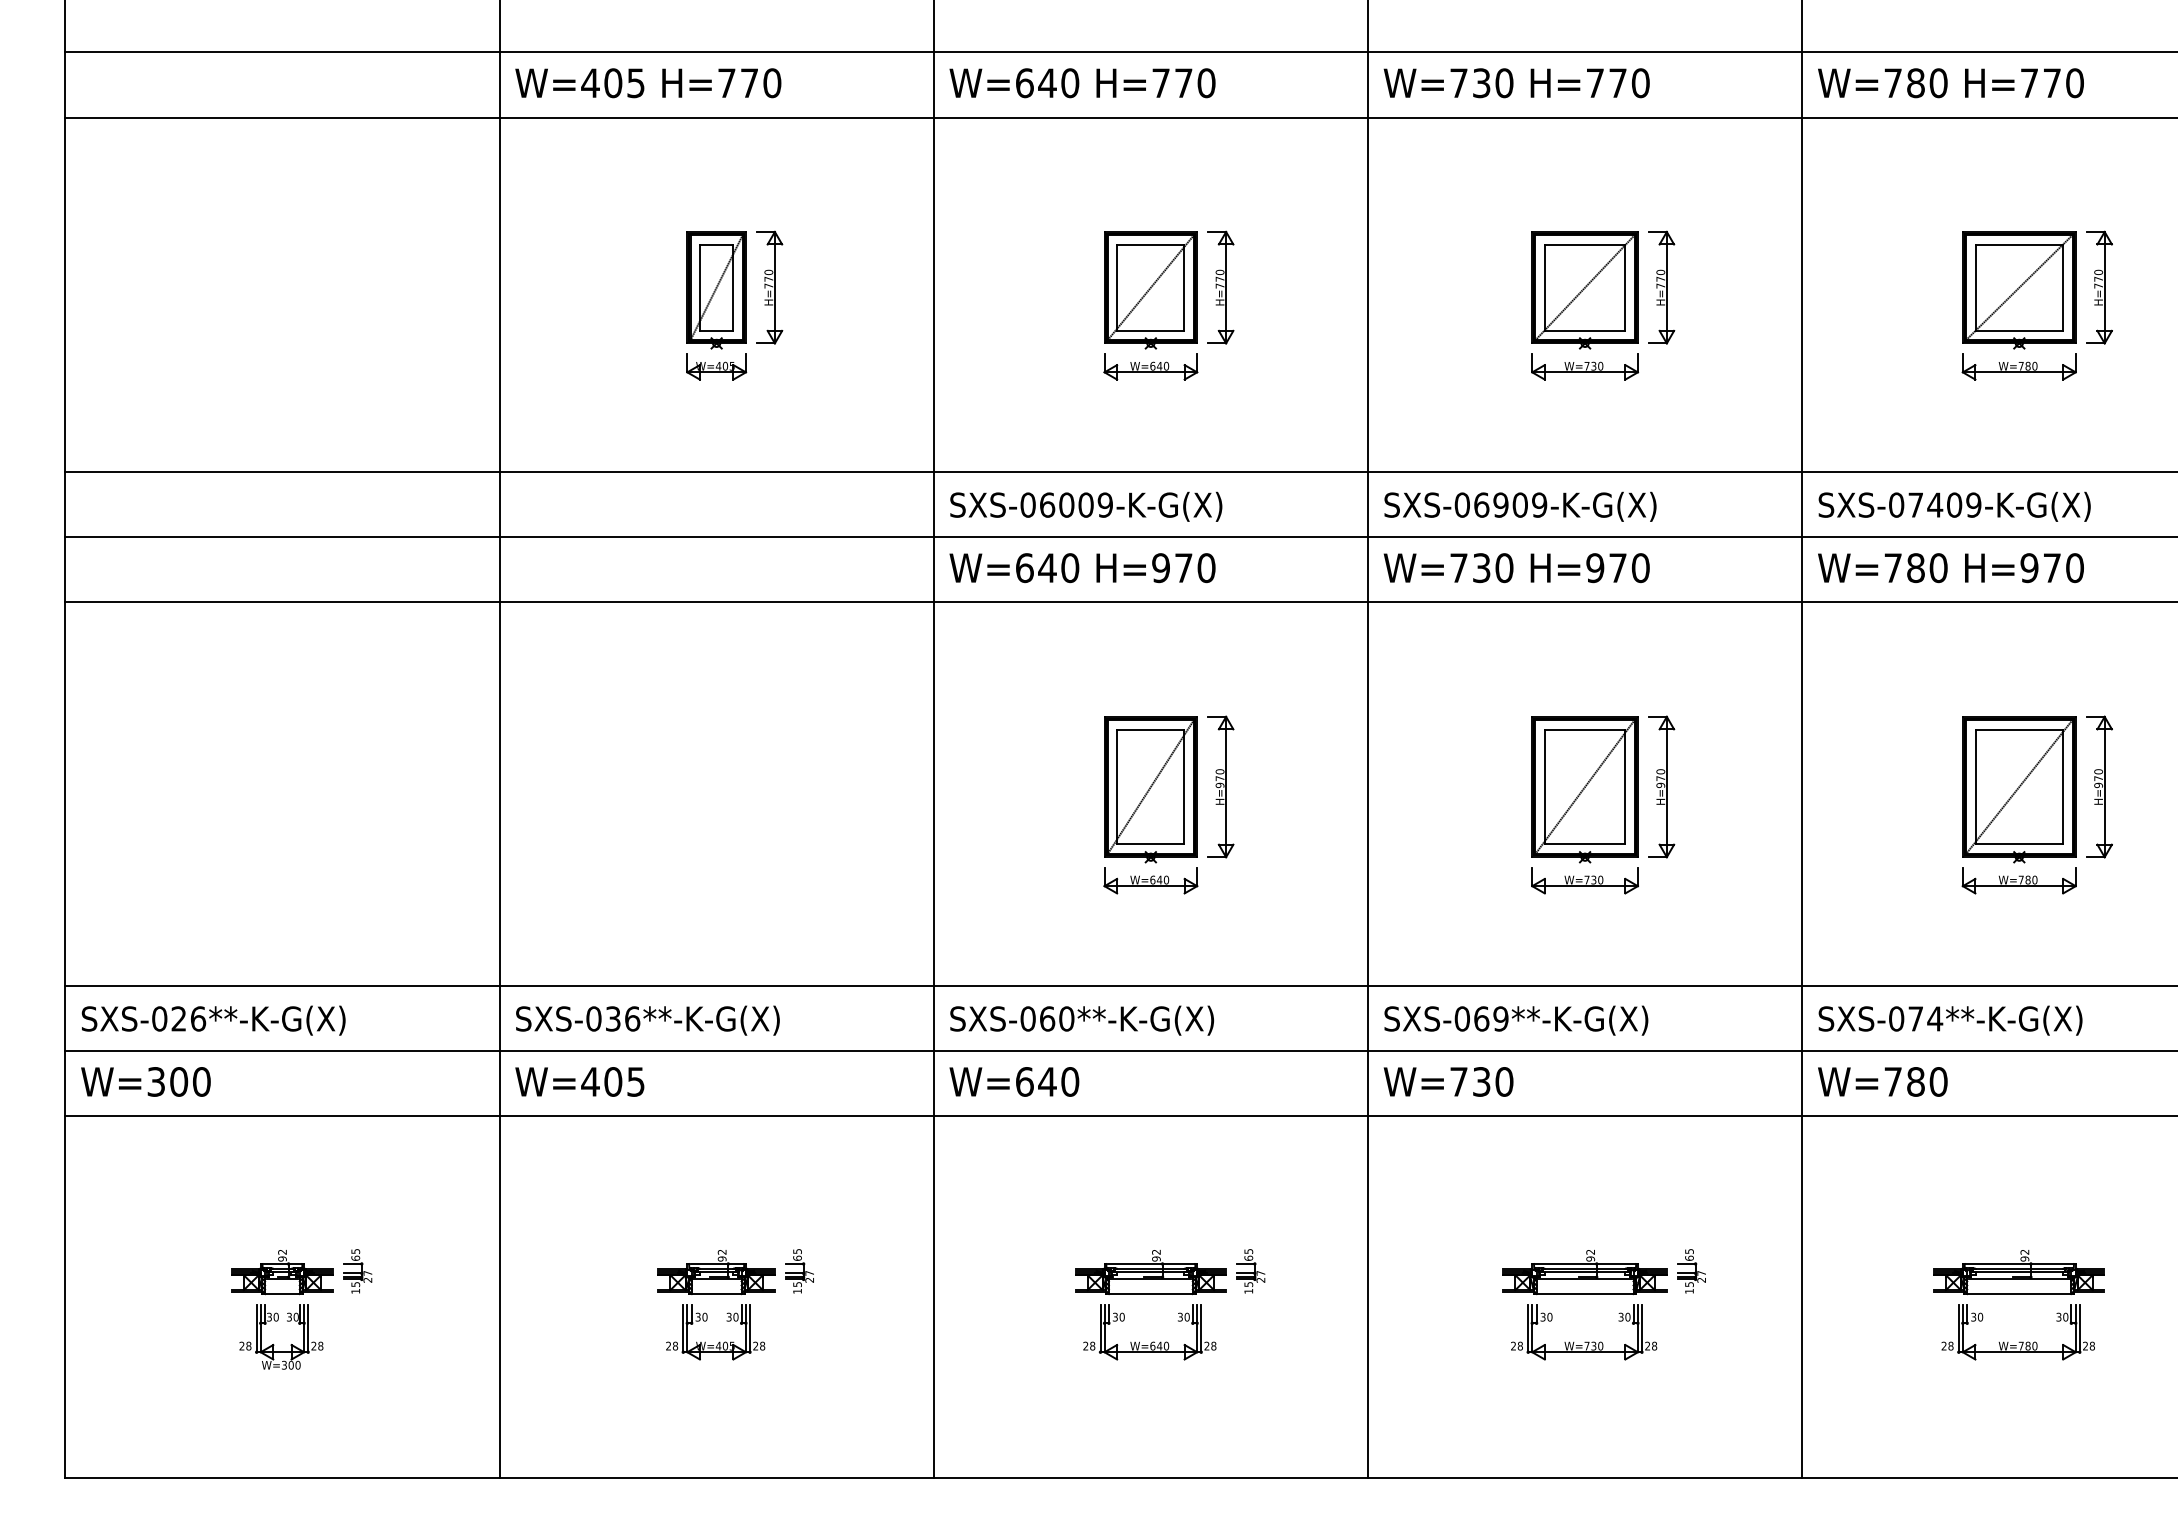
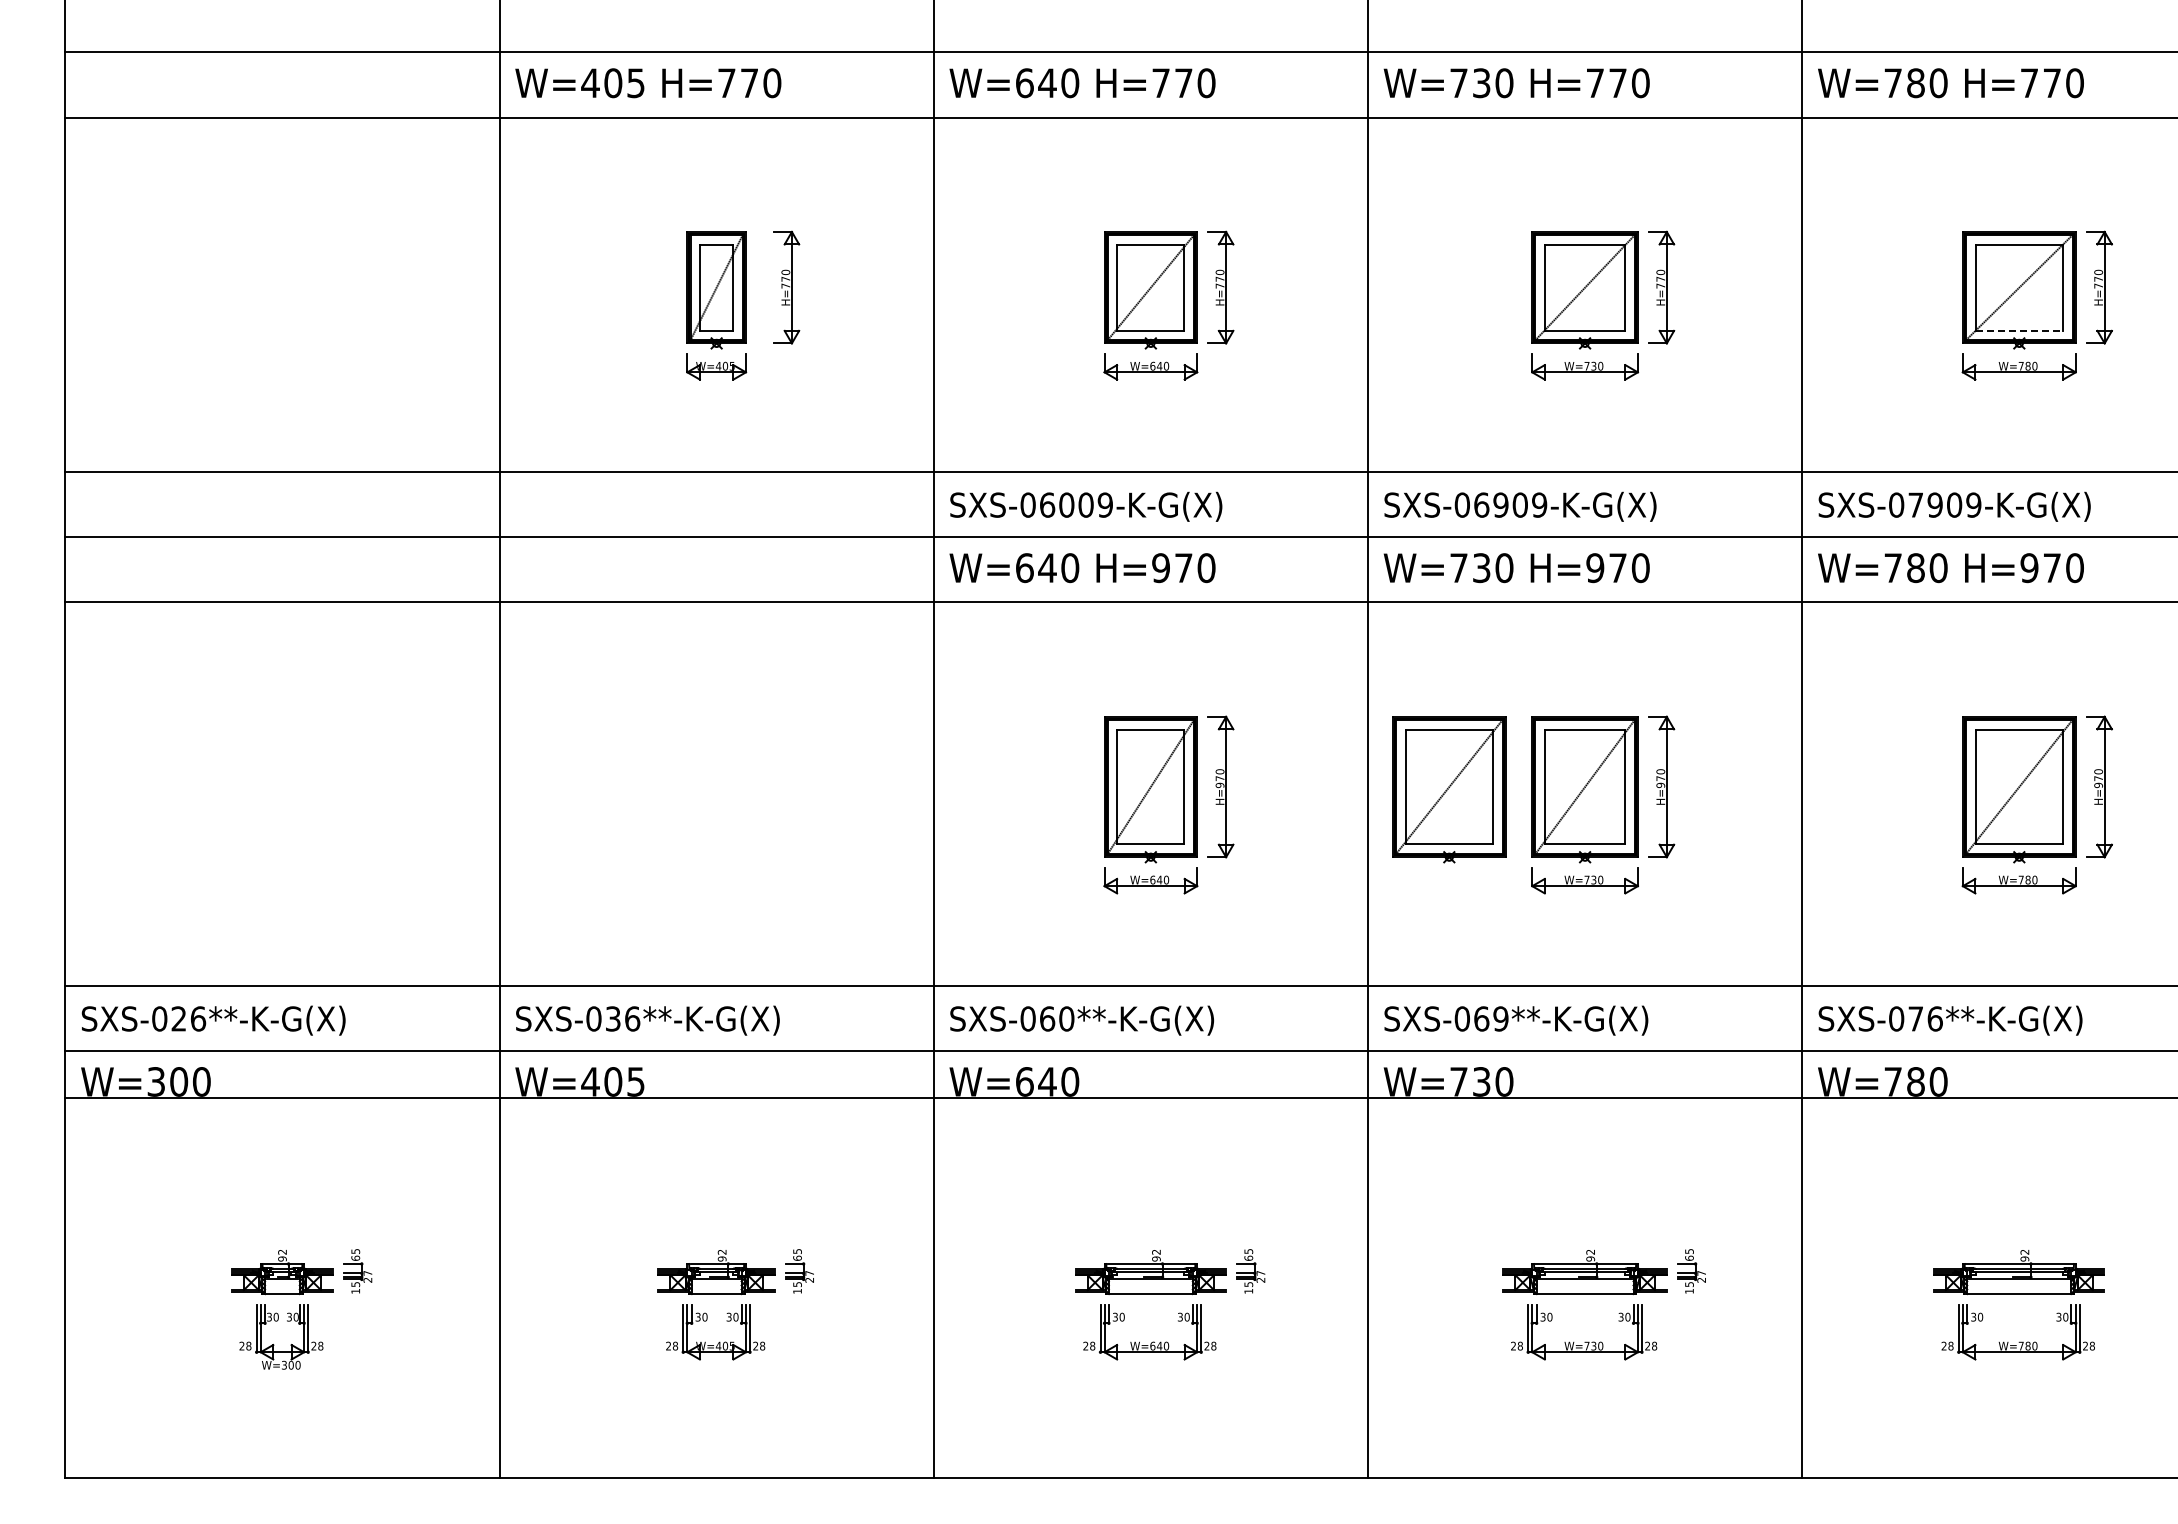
part at (769, 287) position: (769, 287) -> (786, 287)
line at (2019, 330): solid -> dashed
text at (1935, 504): SXS-07409-K-G(X) -> SXS-07909-K-G(X)
part at (1449, 789): none -> present
text at (1935, 1018): SXS-074**-K-G(X) -> SXS-076**-K-G(X)
line at (1119, 1116) position: (1119, 1116) -> (1119, 1098)
